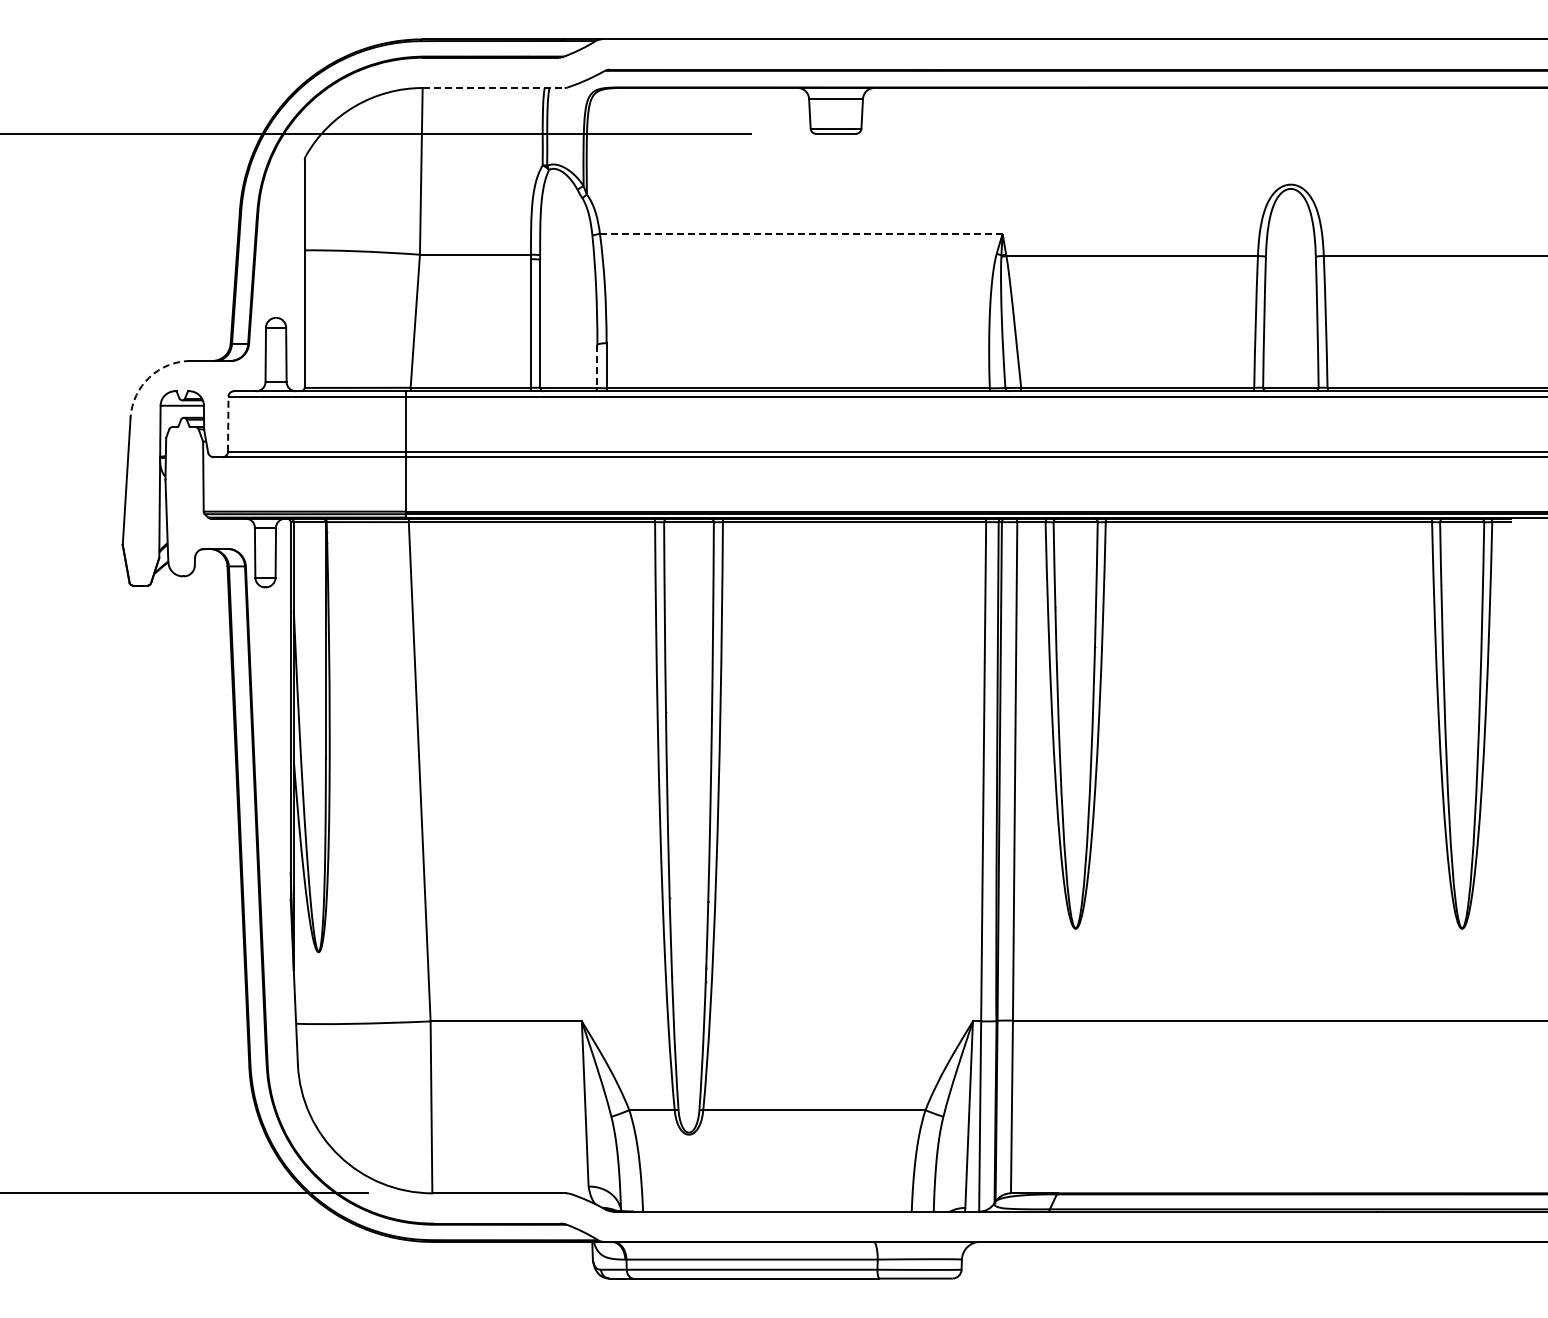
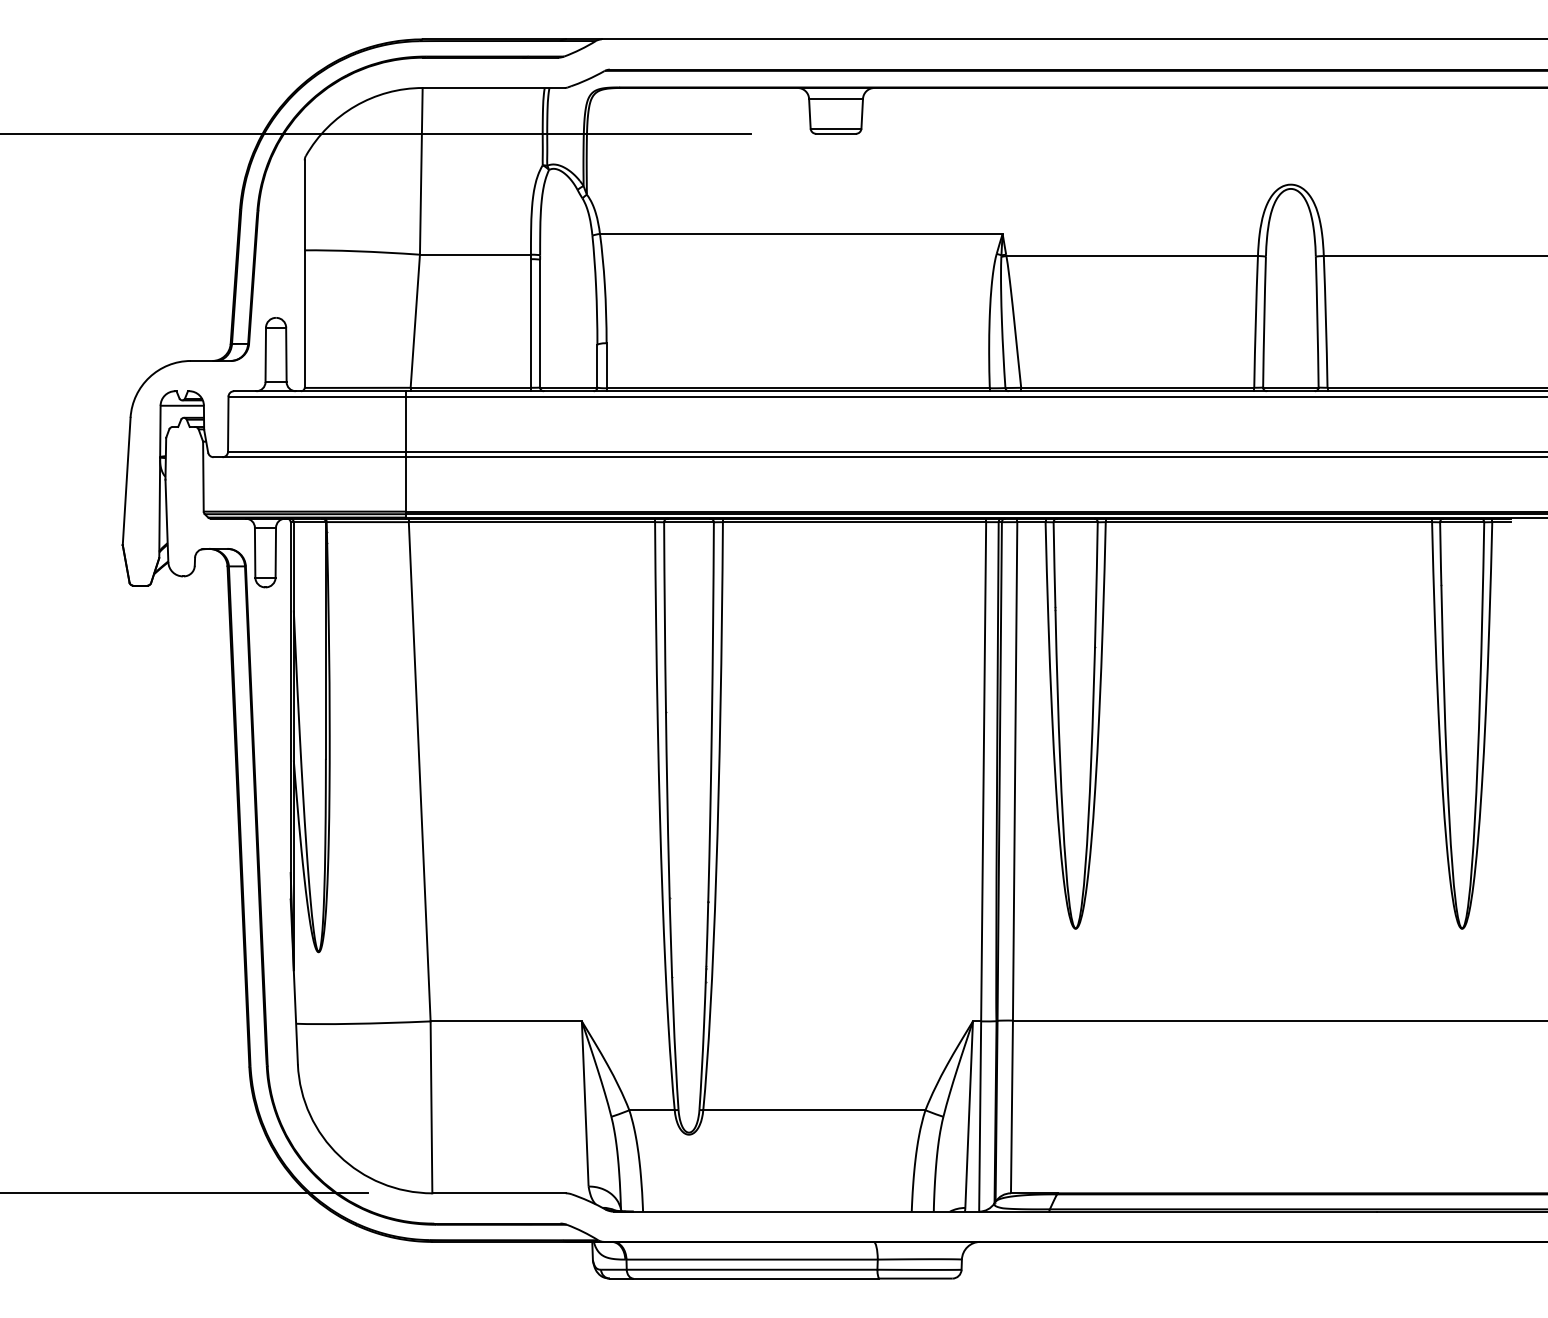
line at (493, 88): dashed -> solid
line at (800, 233): dashed -> solid
line at (597, 366): dashed -> solid
arc at (149, 377): dashed -> solid
line at (228, 424): dashed -> solid
